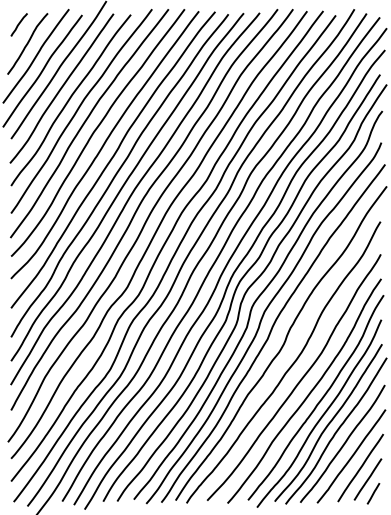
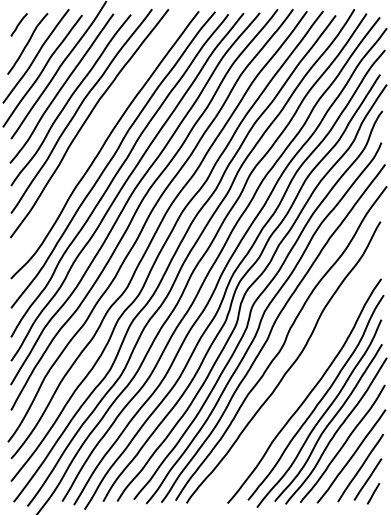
curve at (96, 130): present -> none
curve at (298, 381): present -> none
